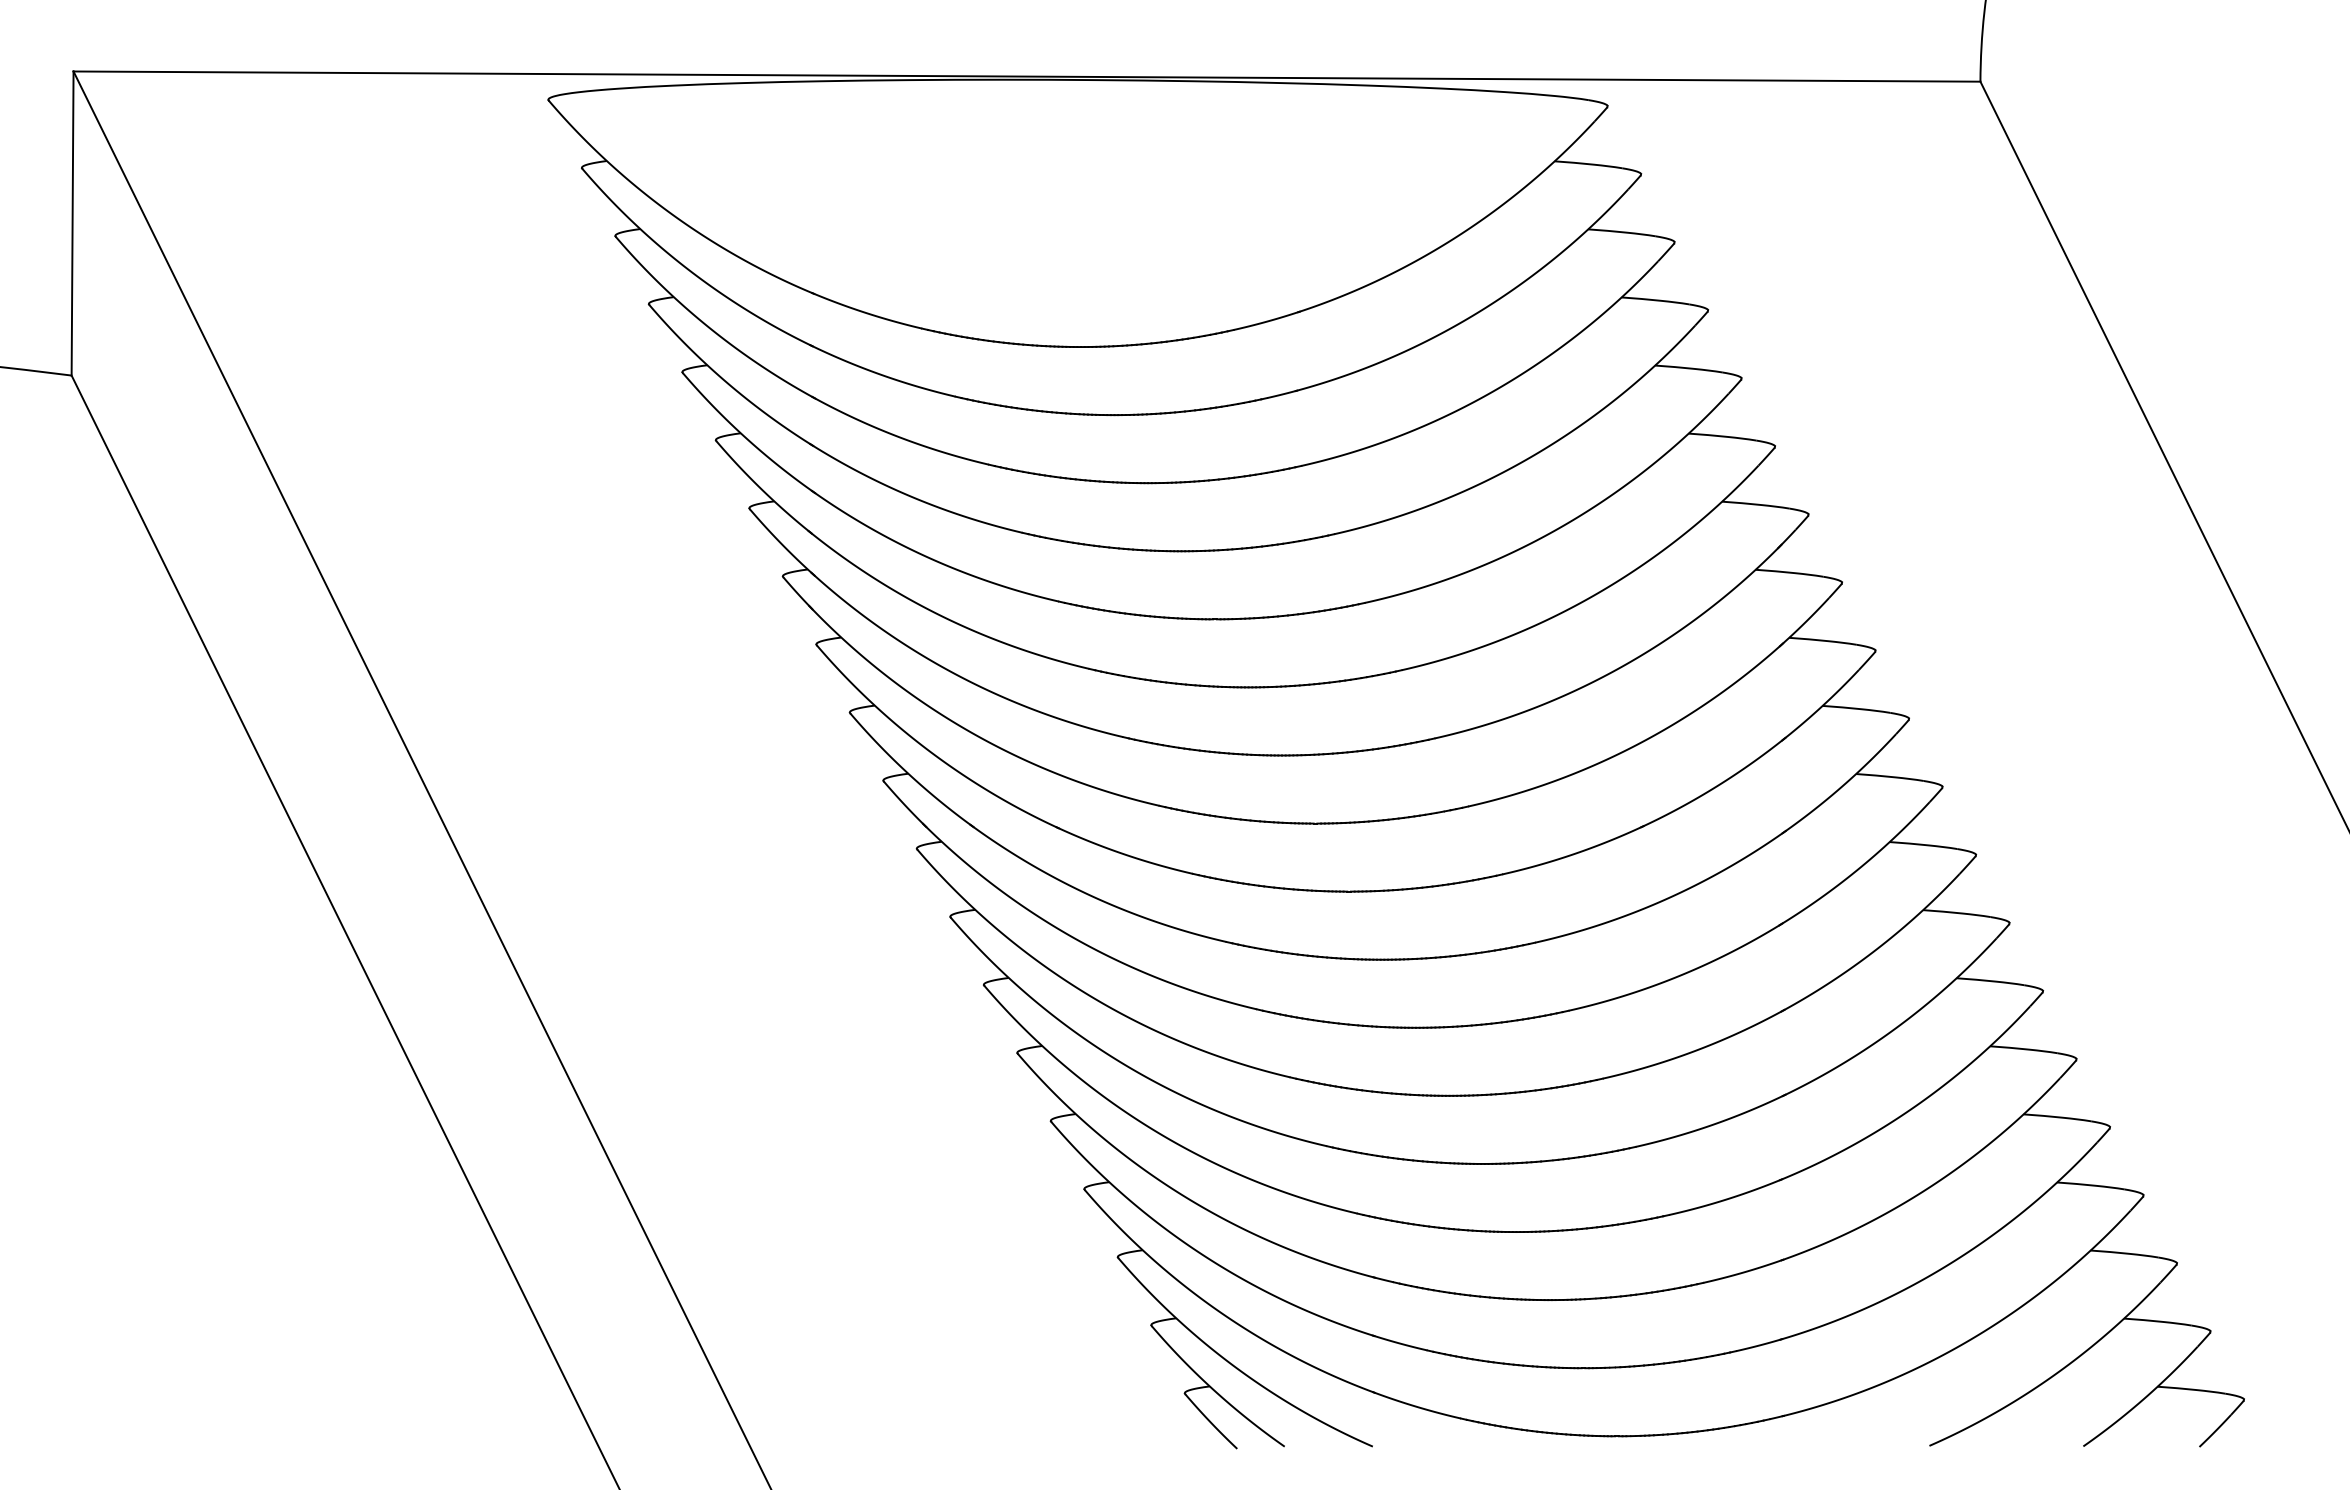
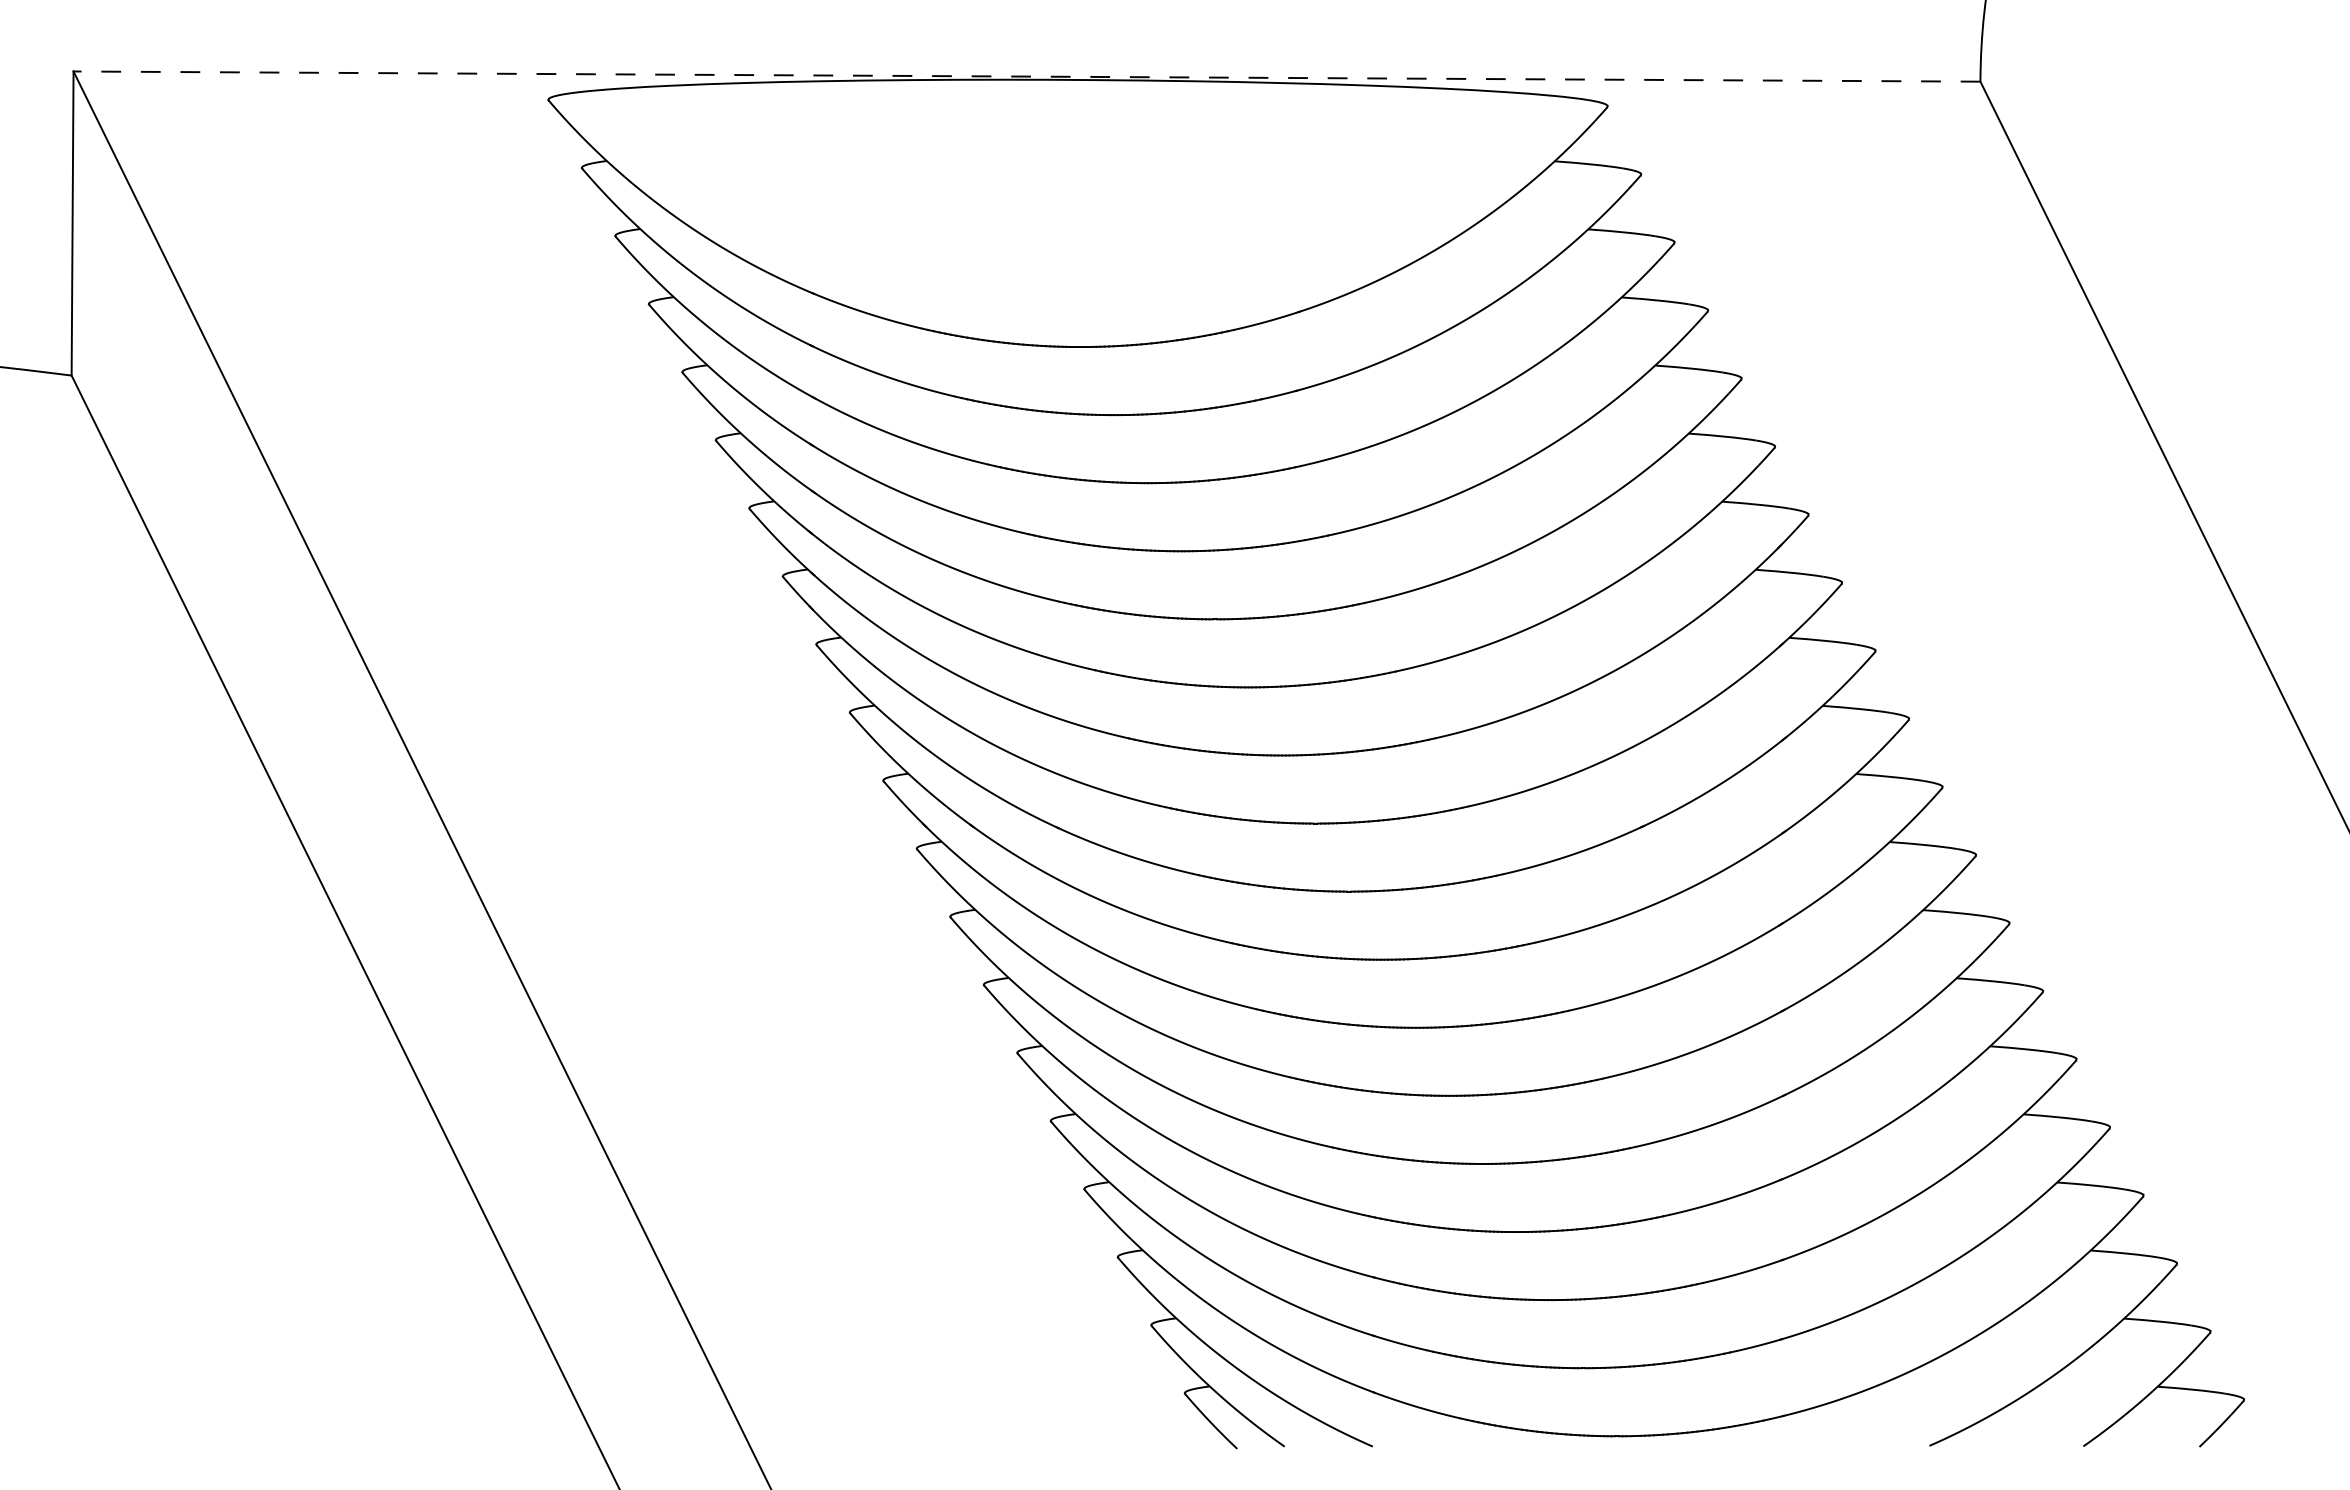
line at (1026, 76): solid -> dashed
